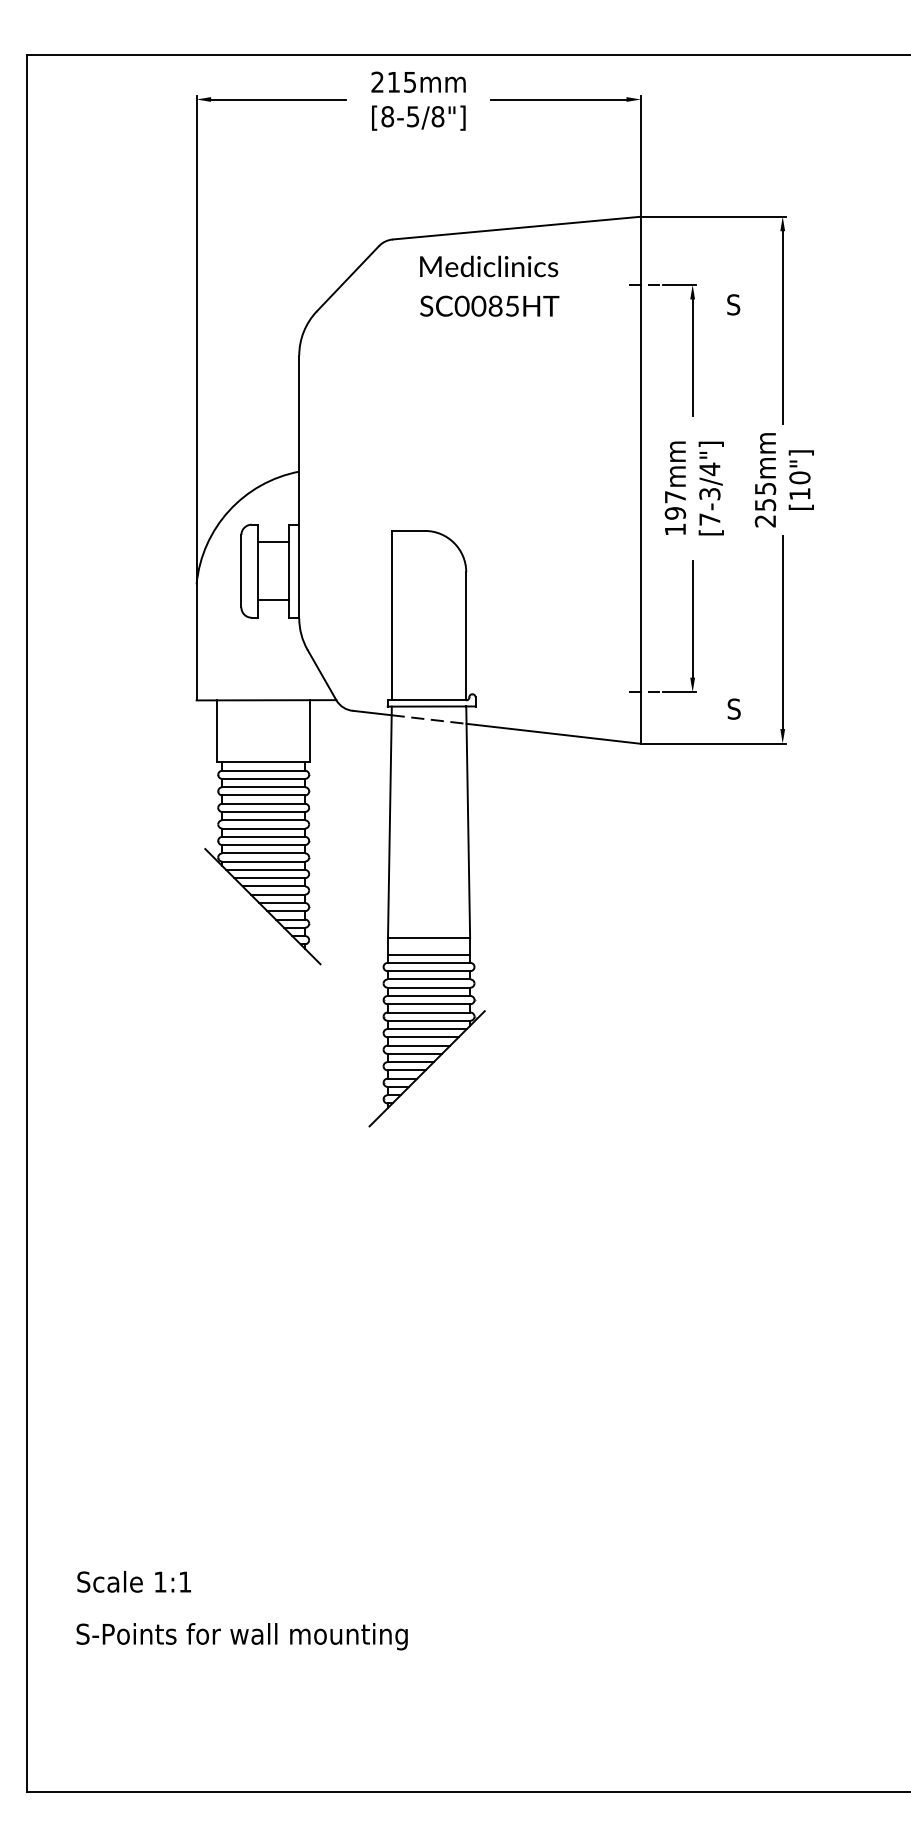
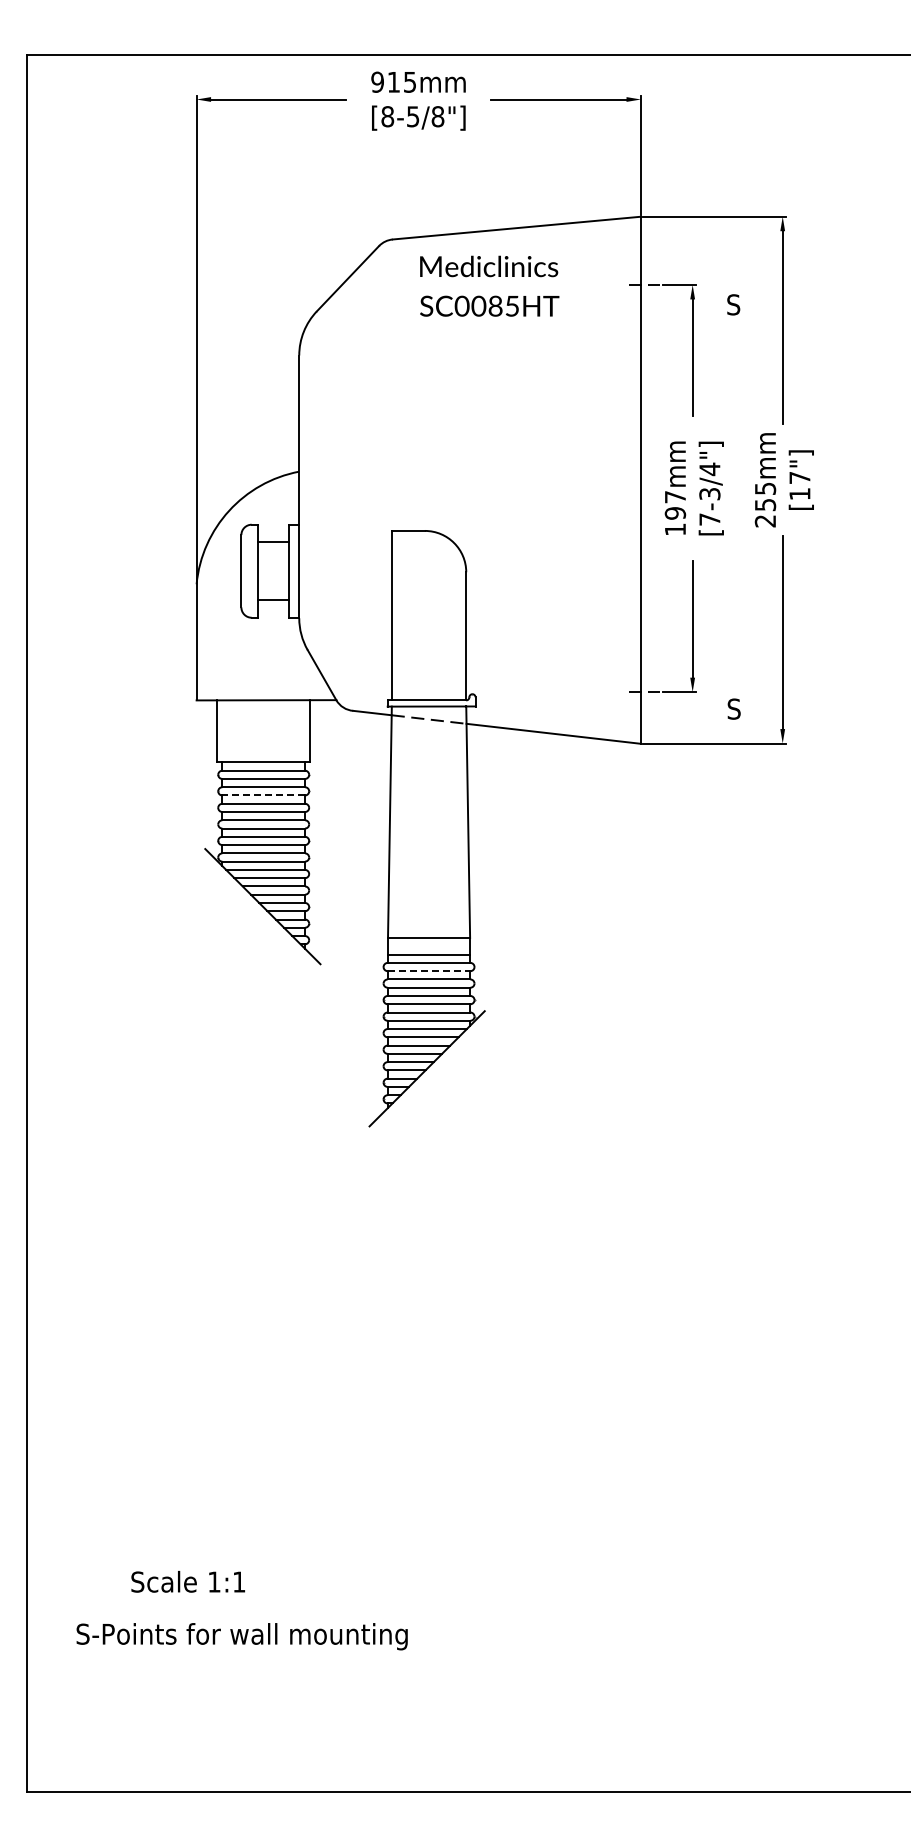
text at (377, 81): 215mm -> 915mm
text at (799, 477): [10"] -> [17"]
line at (263, 795): solid -> dashed
line at (429, 971): solid -> dashed
text at (133, 1581) position: (133, 1581) -> (187, 1581)
